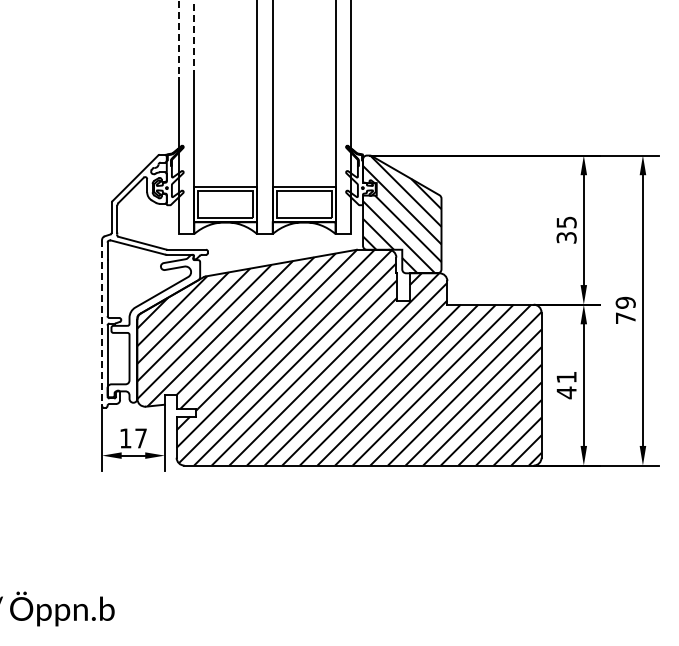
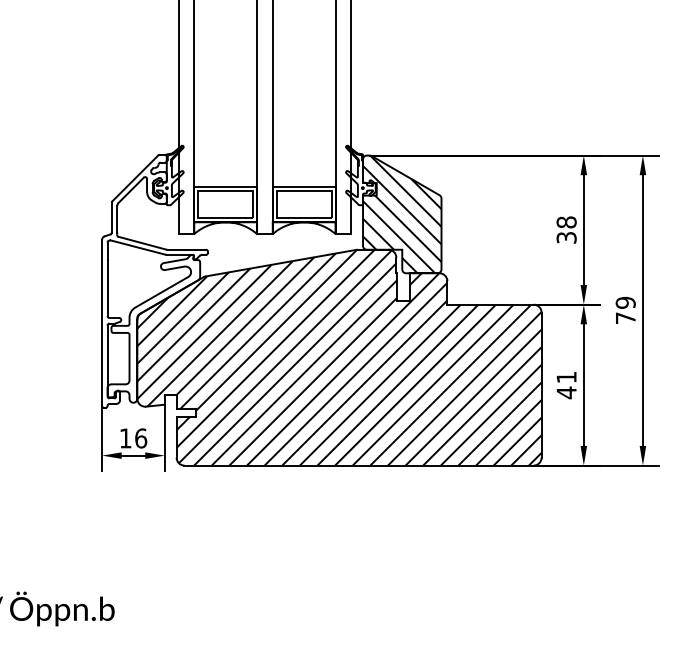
line at (178, 0): dashed -> solid
text at (566, 222): 35 -> 38
line at (102, 322): dashed -> solid
text at (141, 438): 17 -> 16
